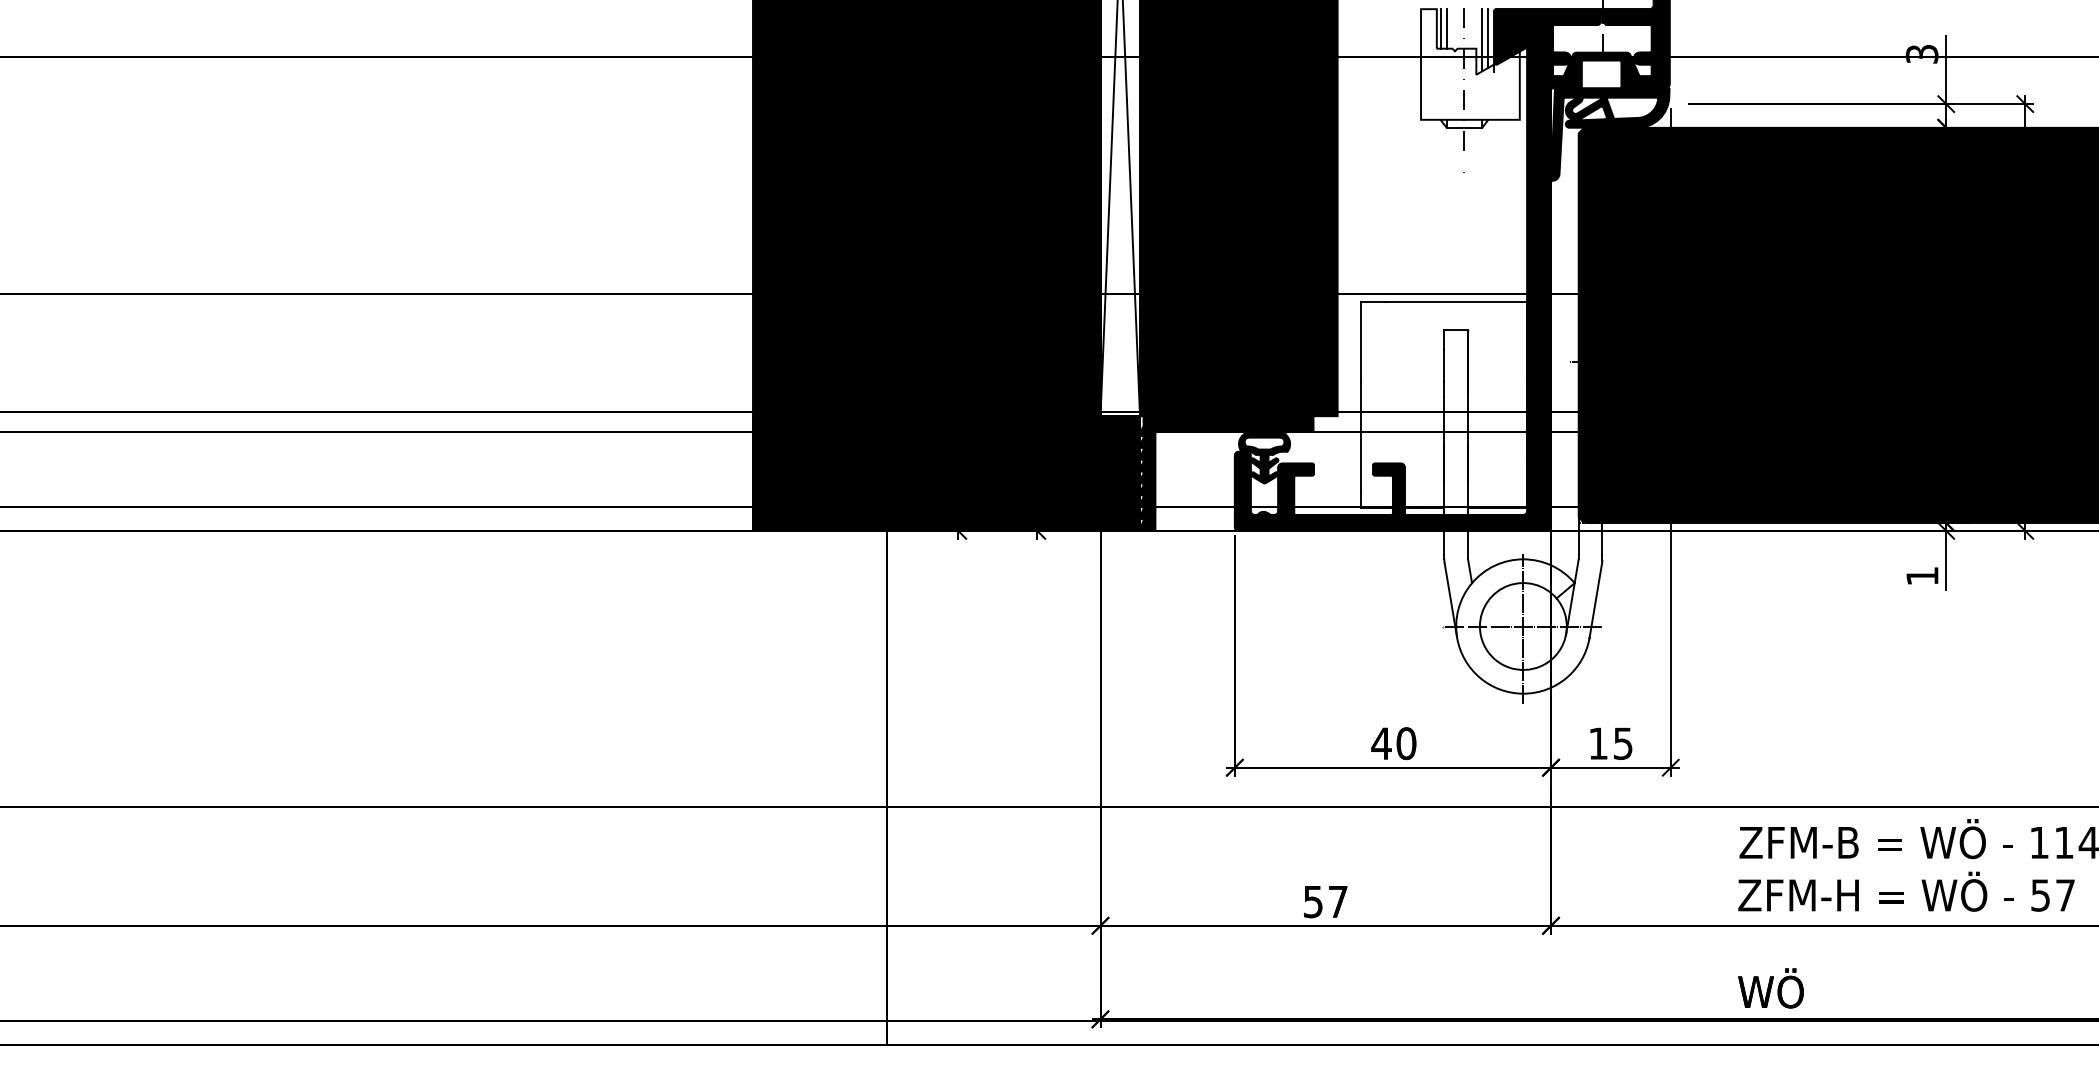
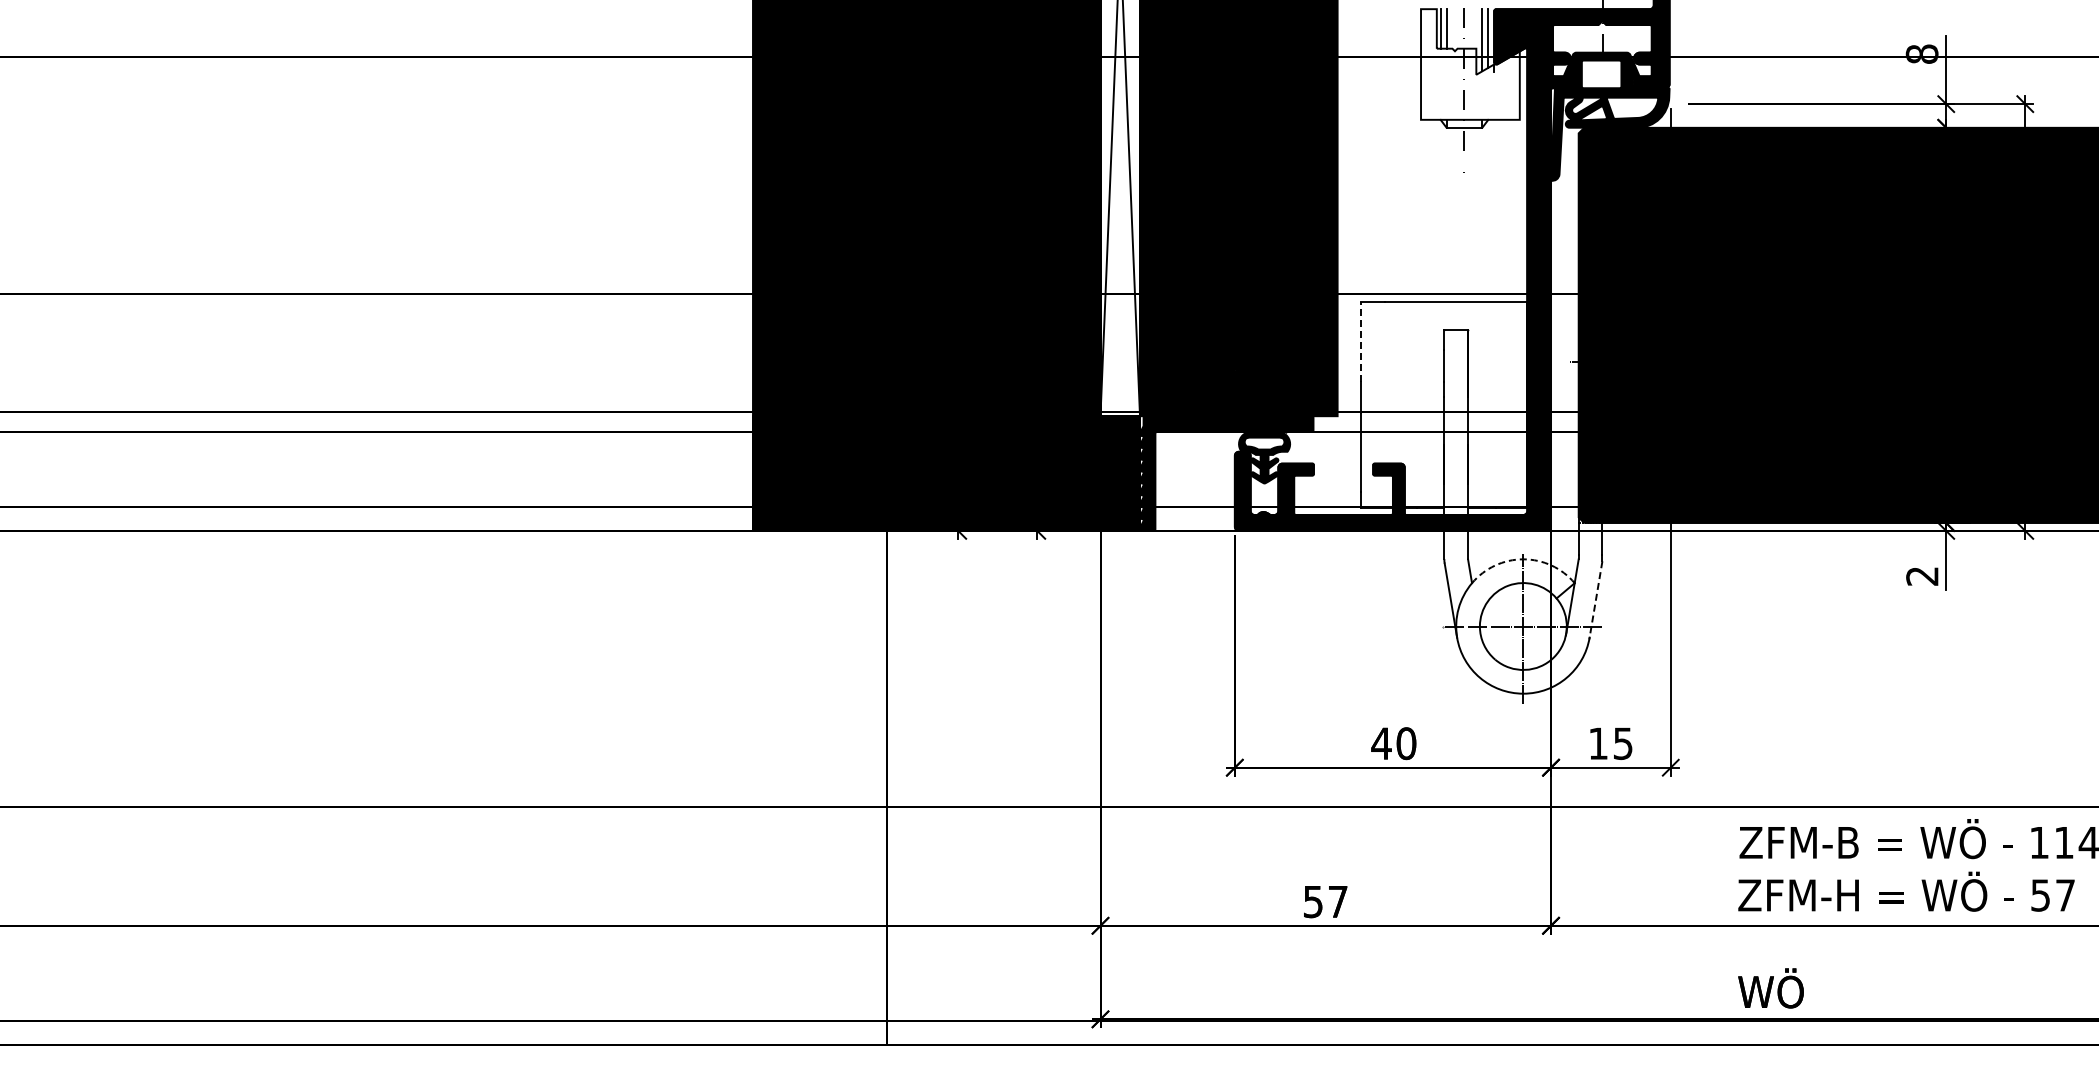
text at (1922, 53): 3 -> 8
line at (1361, 341): solid -> dashed
arc at (1523, 559): solid -> dashed
text at (1922, 576): 1 -> 2
line at (1596, 599): solid -> dashed
